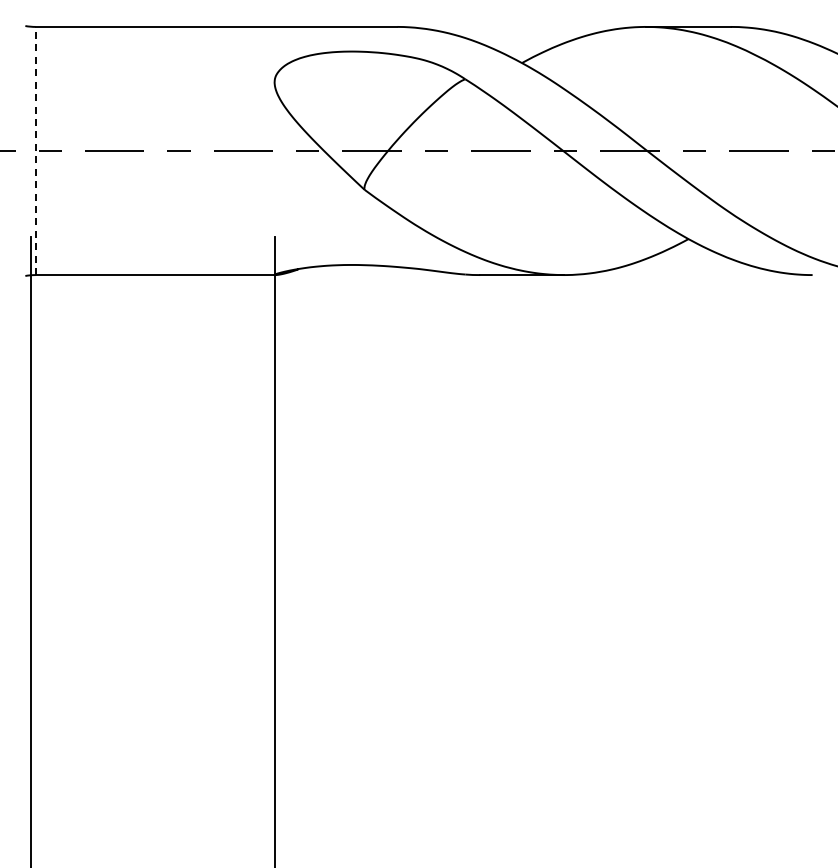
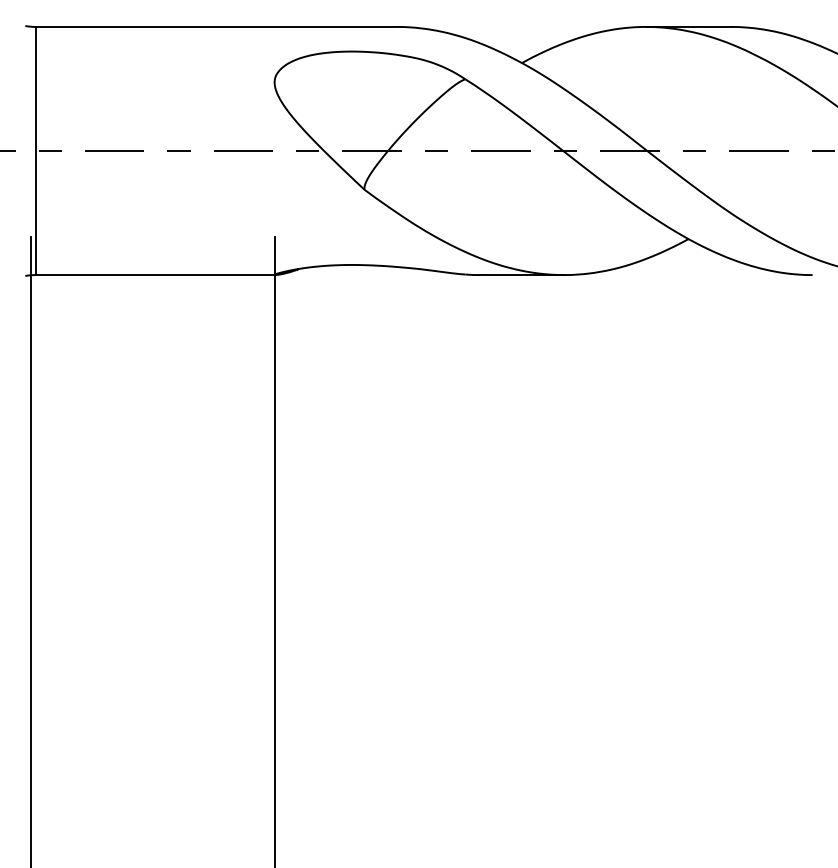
line at (35, 150): dashed -> solid
